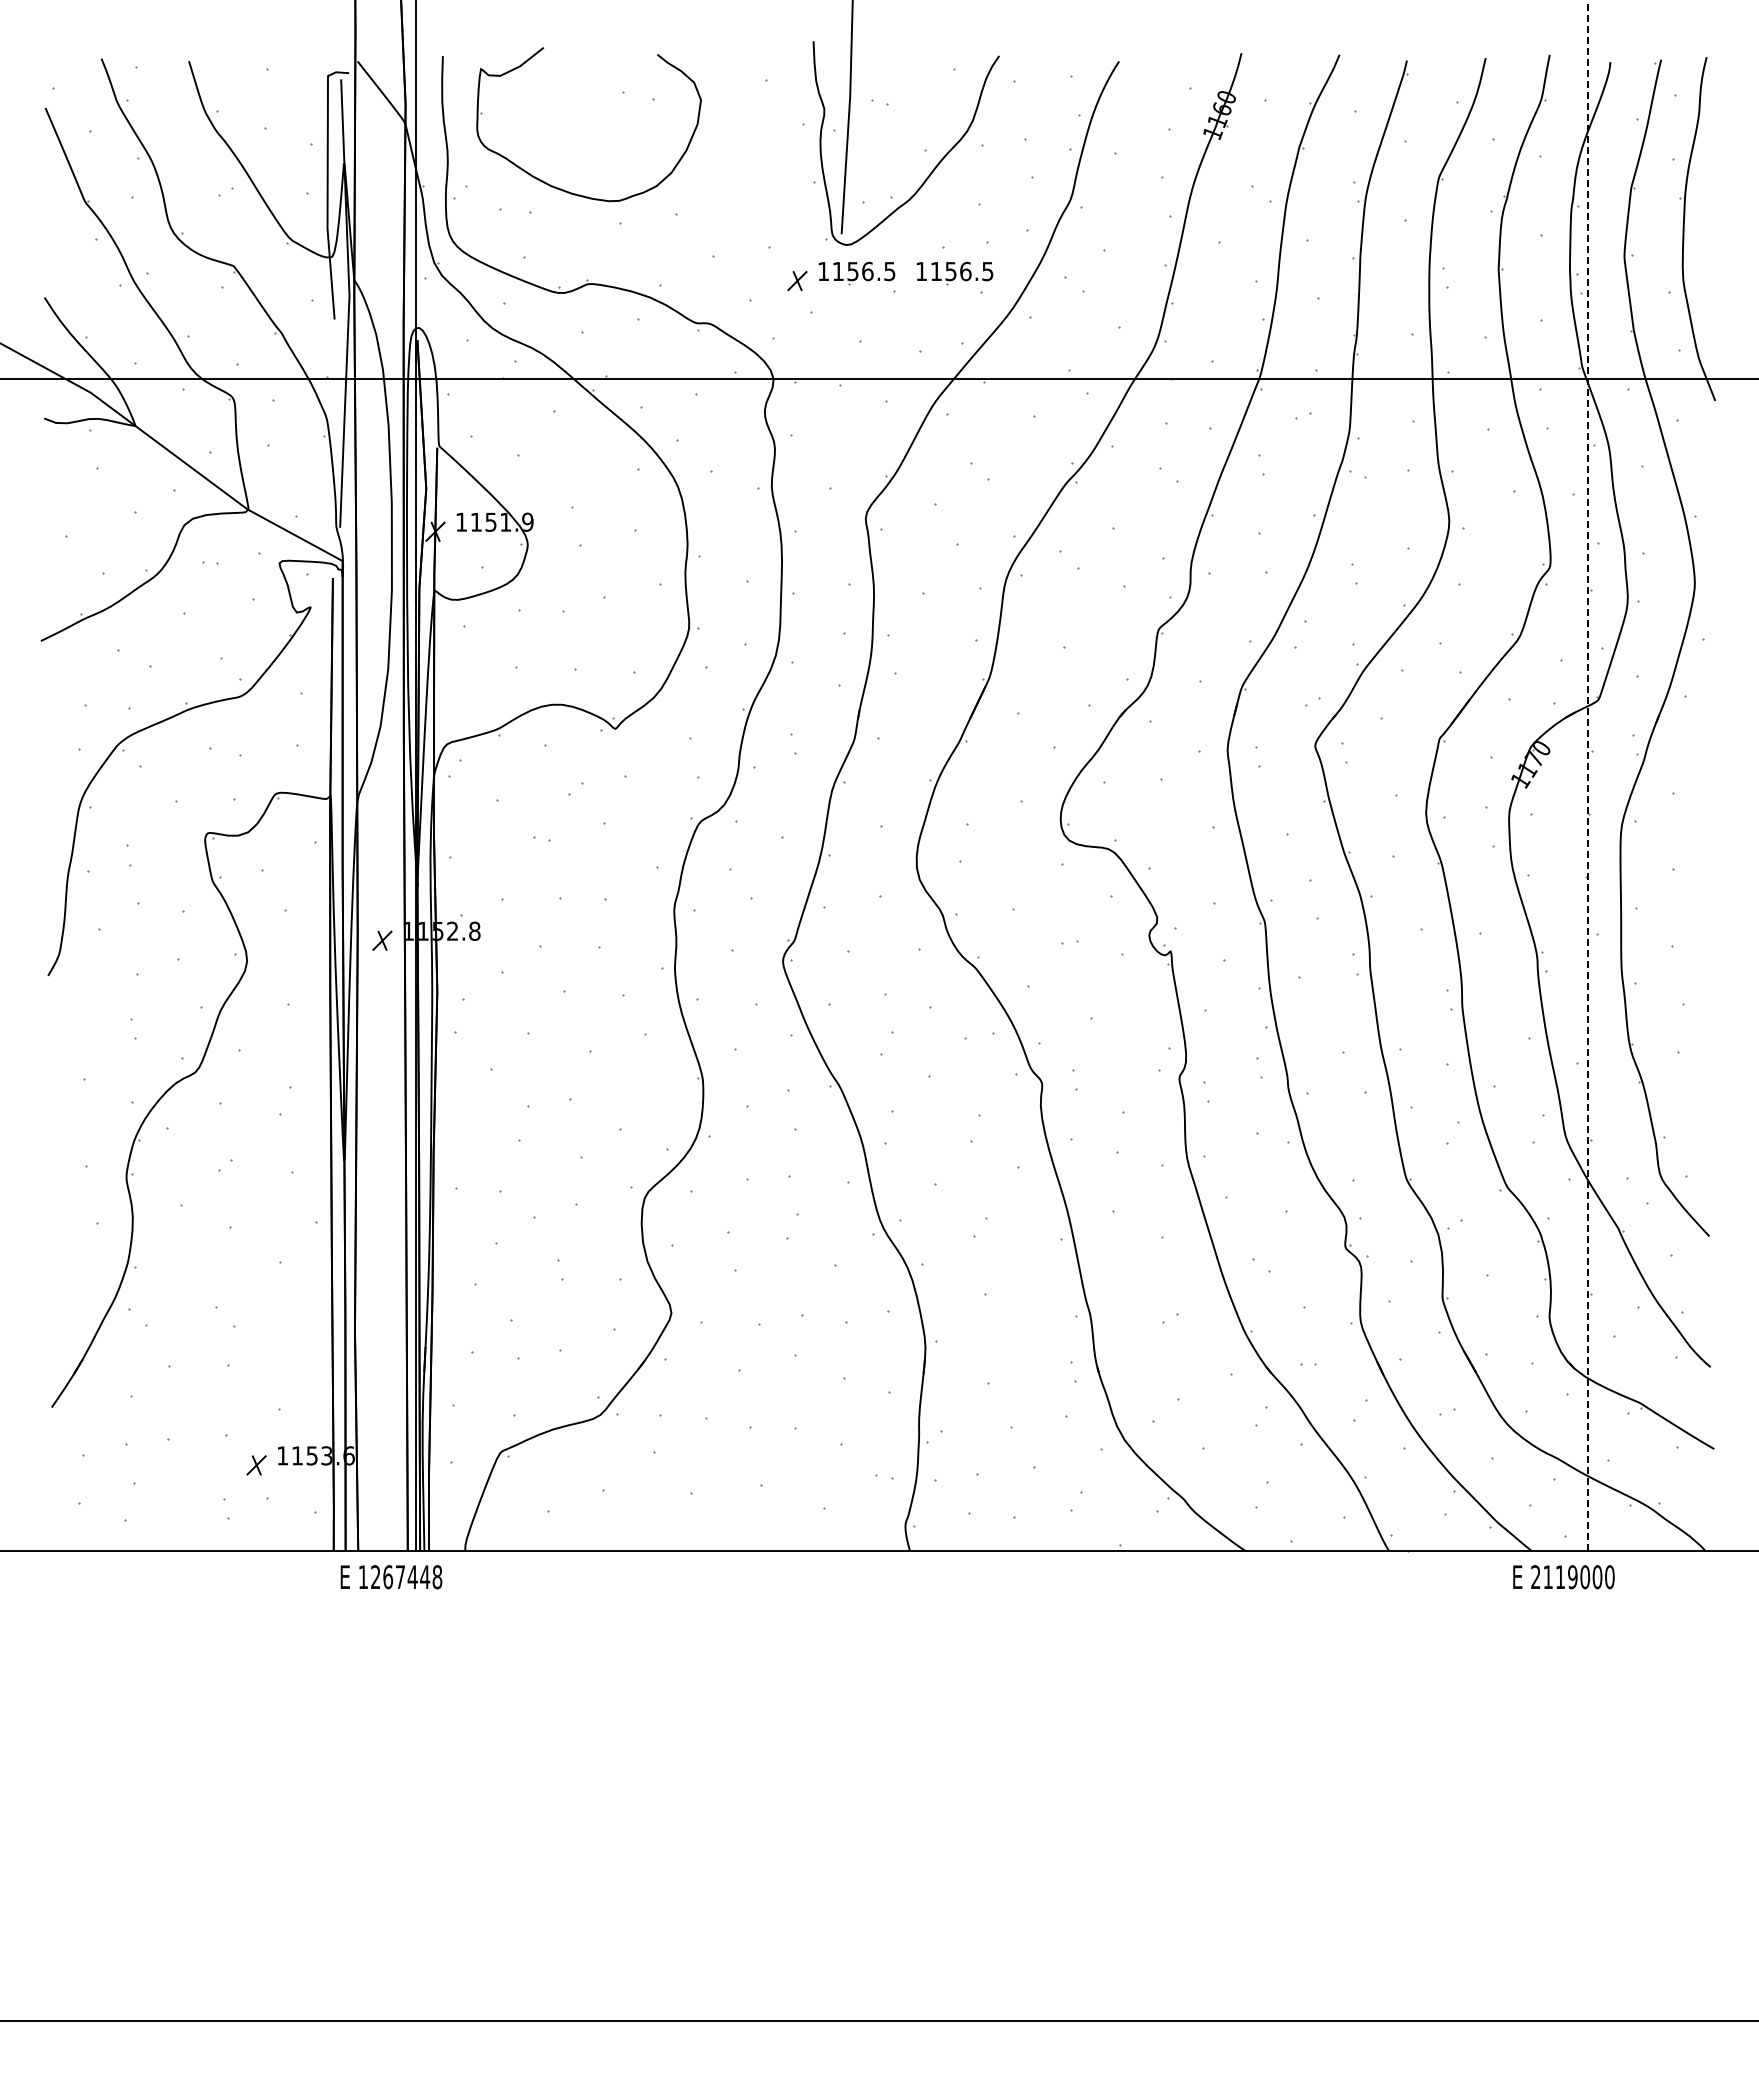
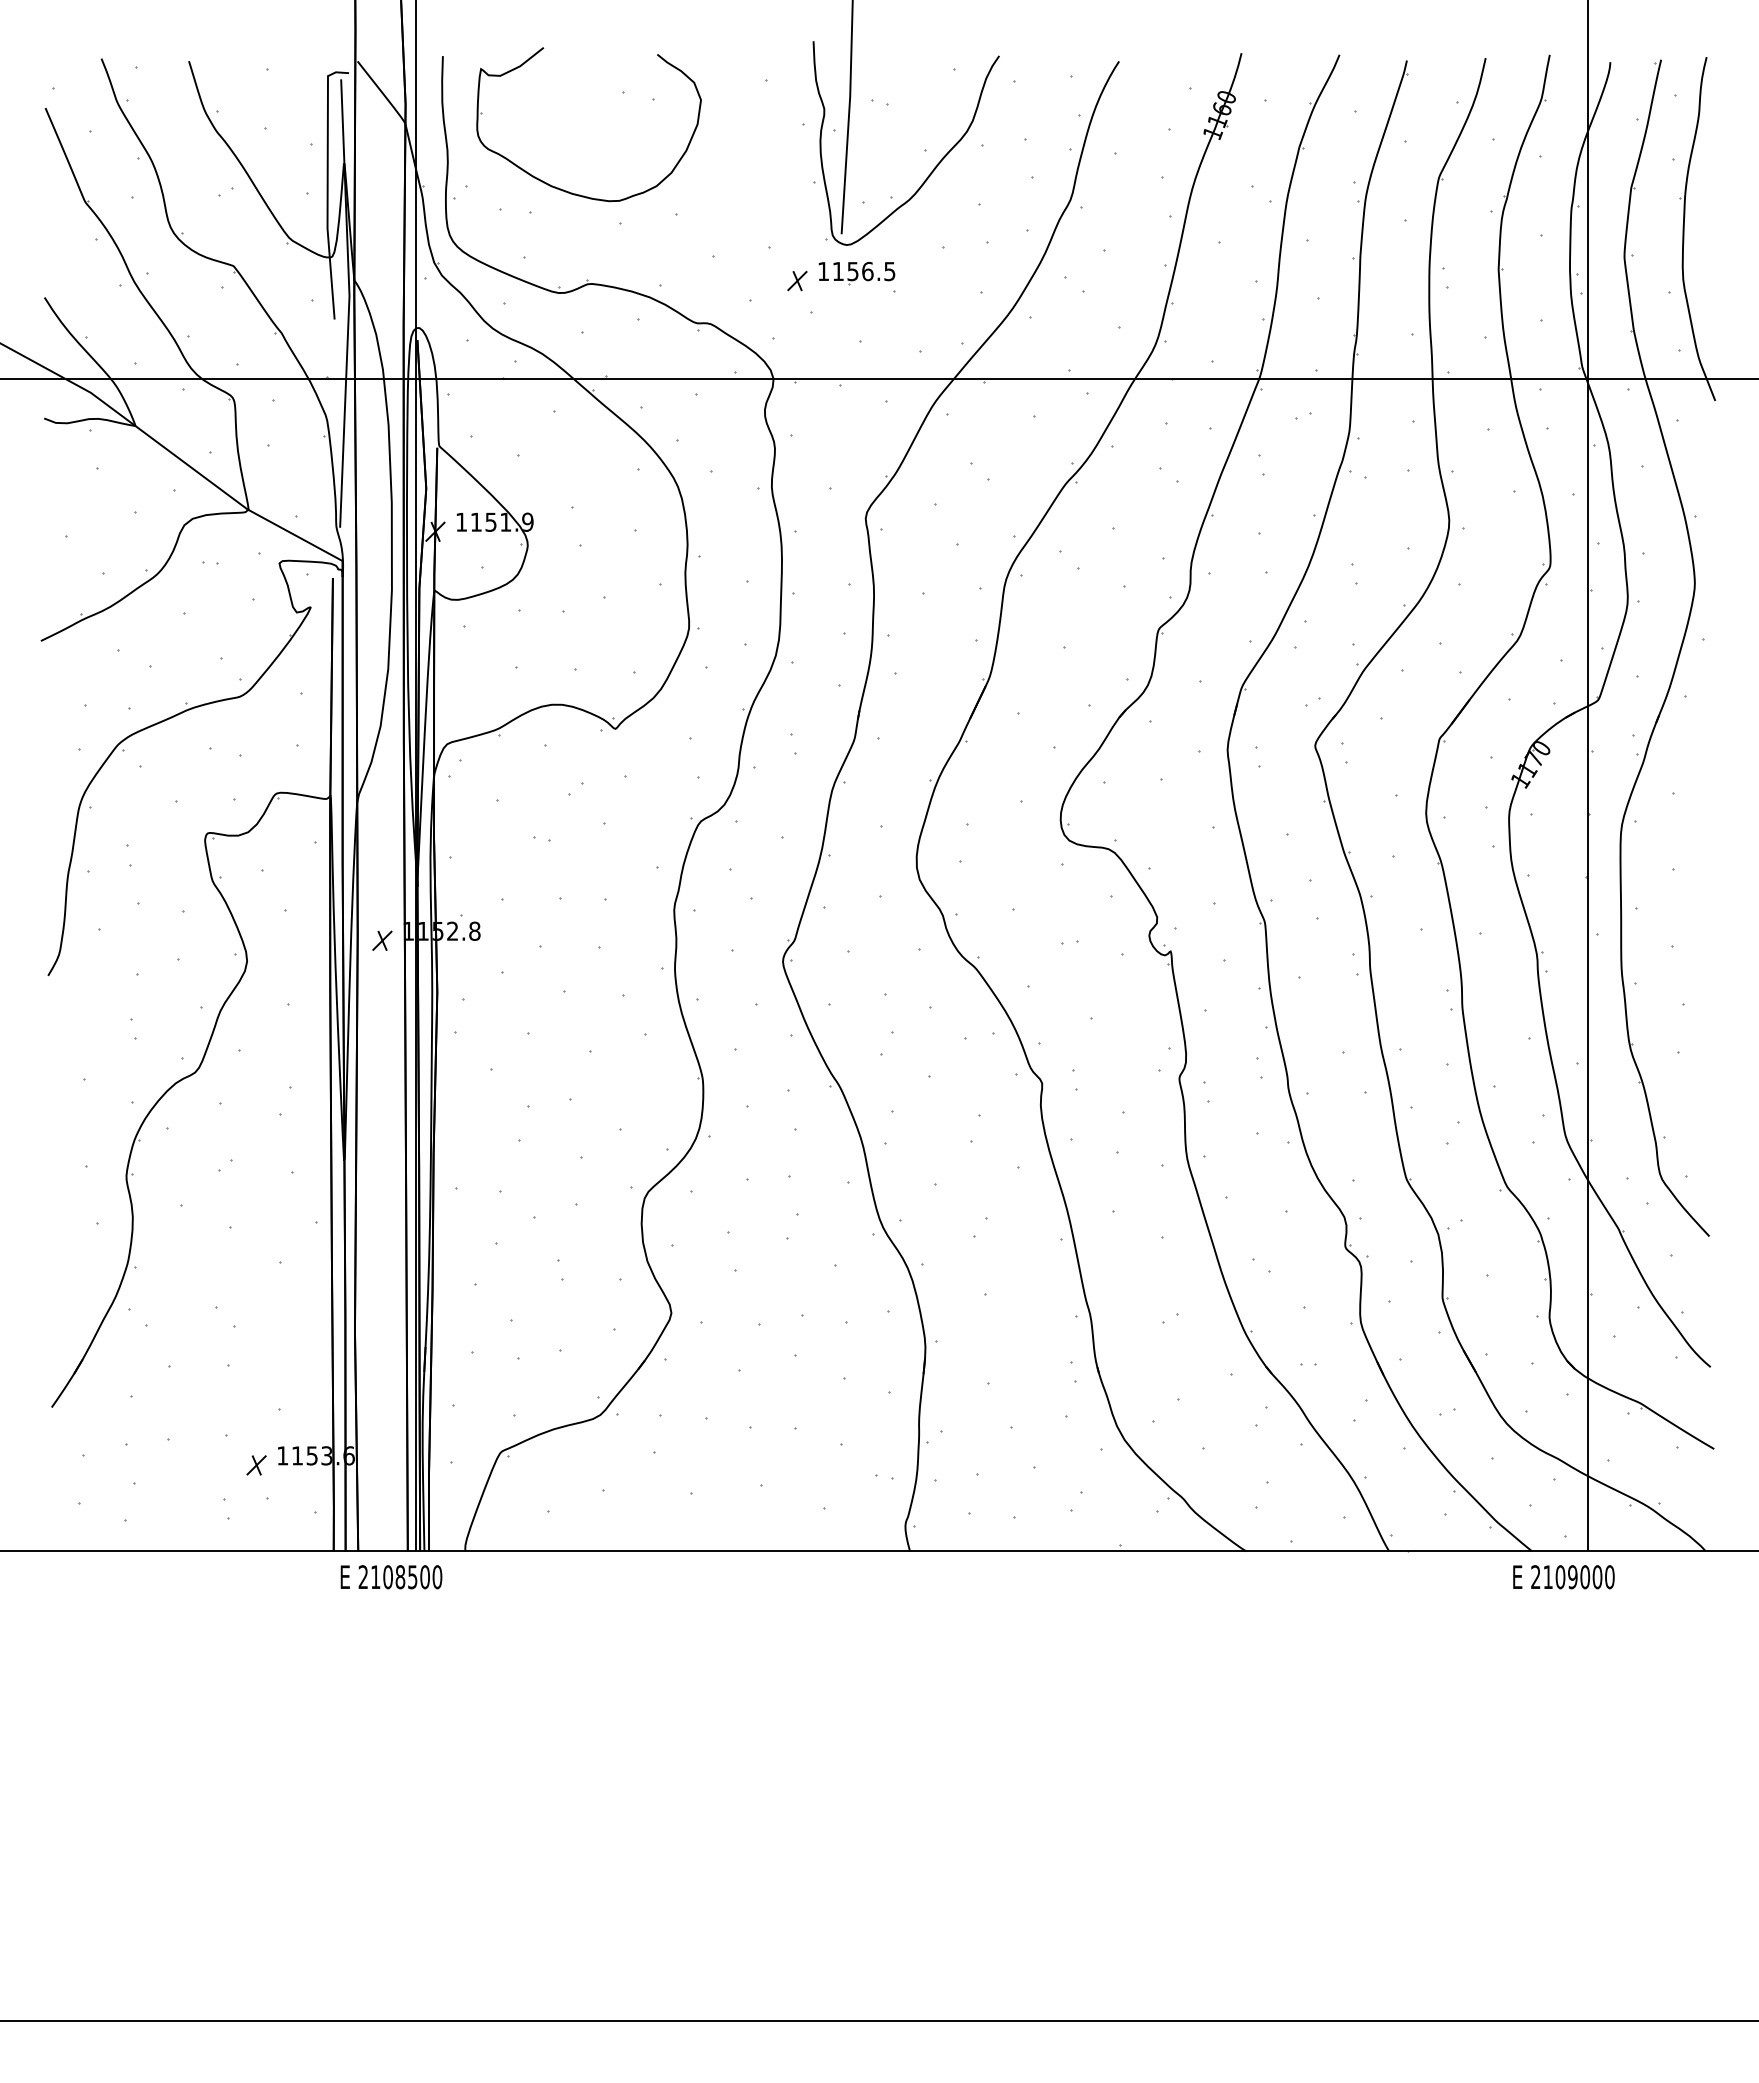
part at (954, 273): present -> none
line at (1588, 775): dashed -> solid
text at (400, 1577): 1267448 -> 2108500
text at (1560, 1577): 2119000 -> 2109000
